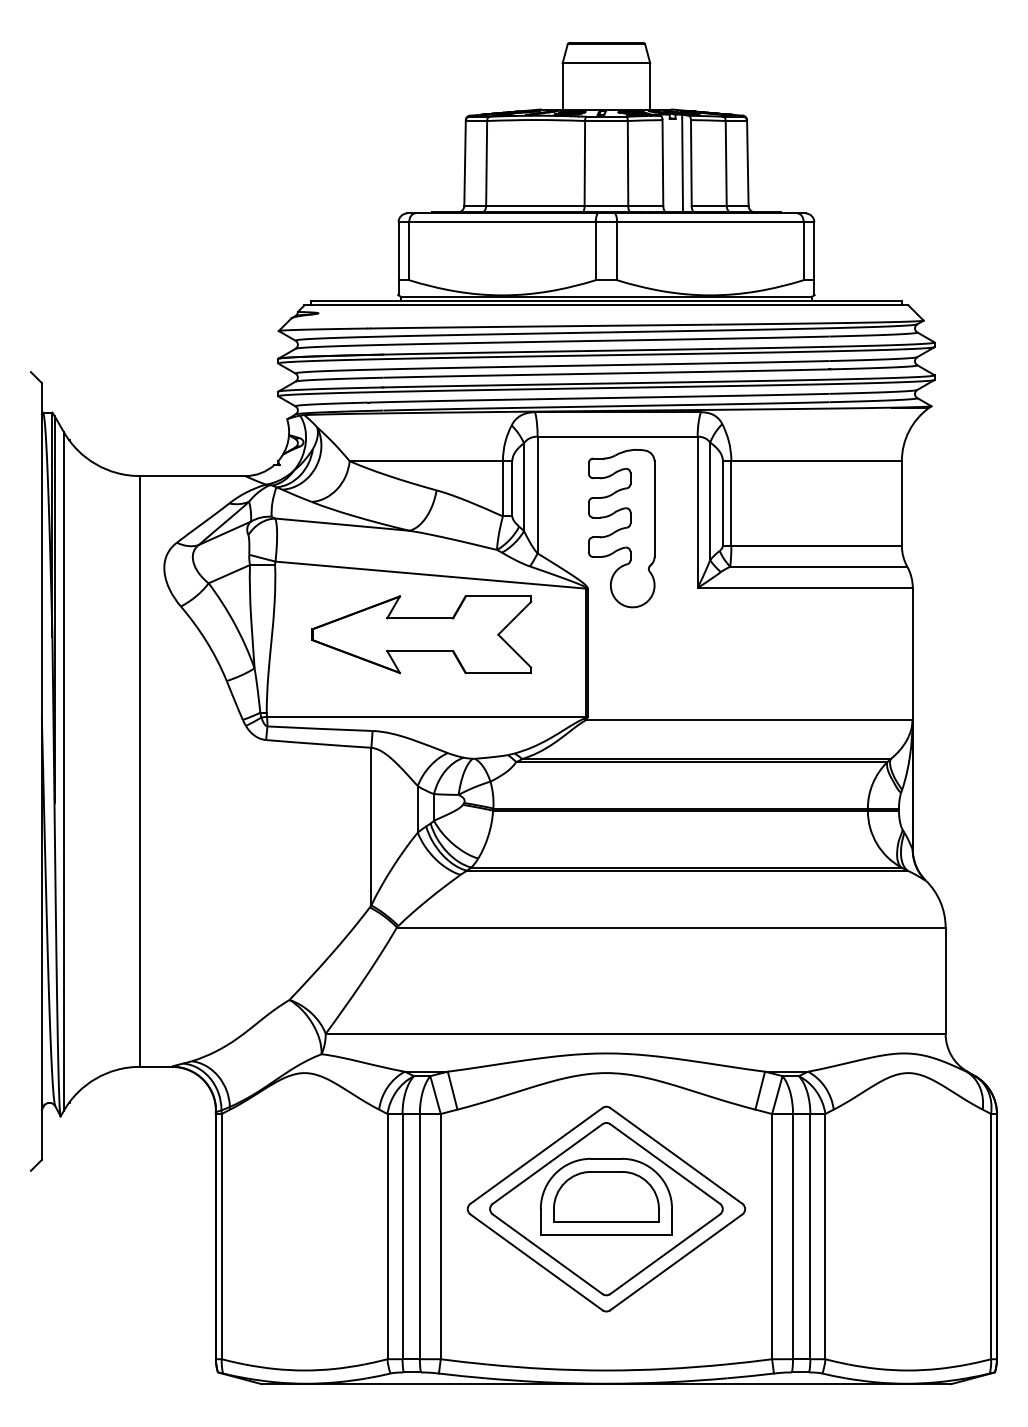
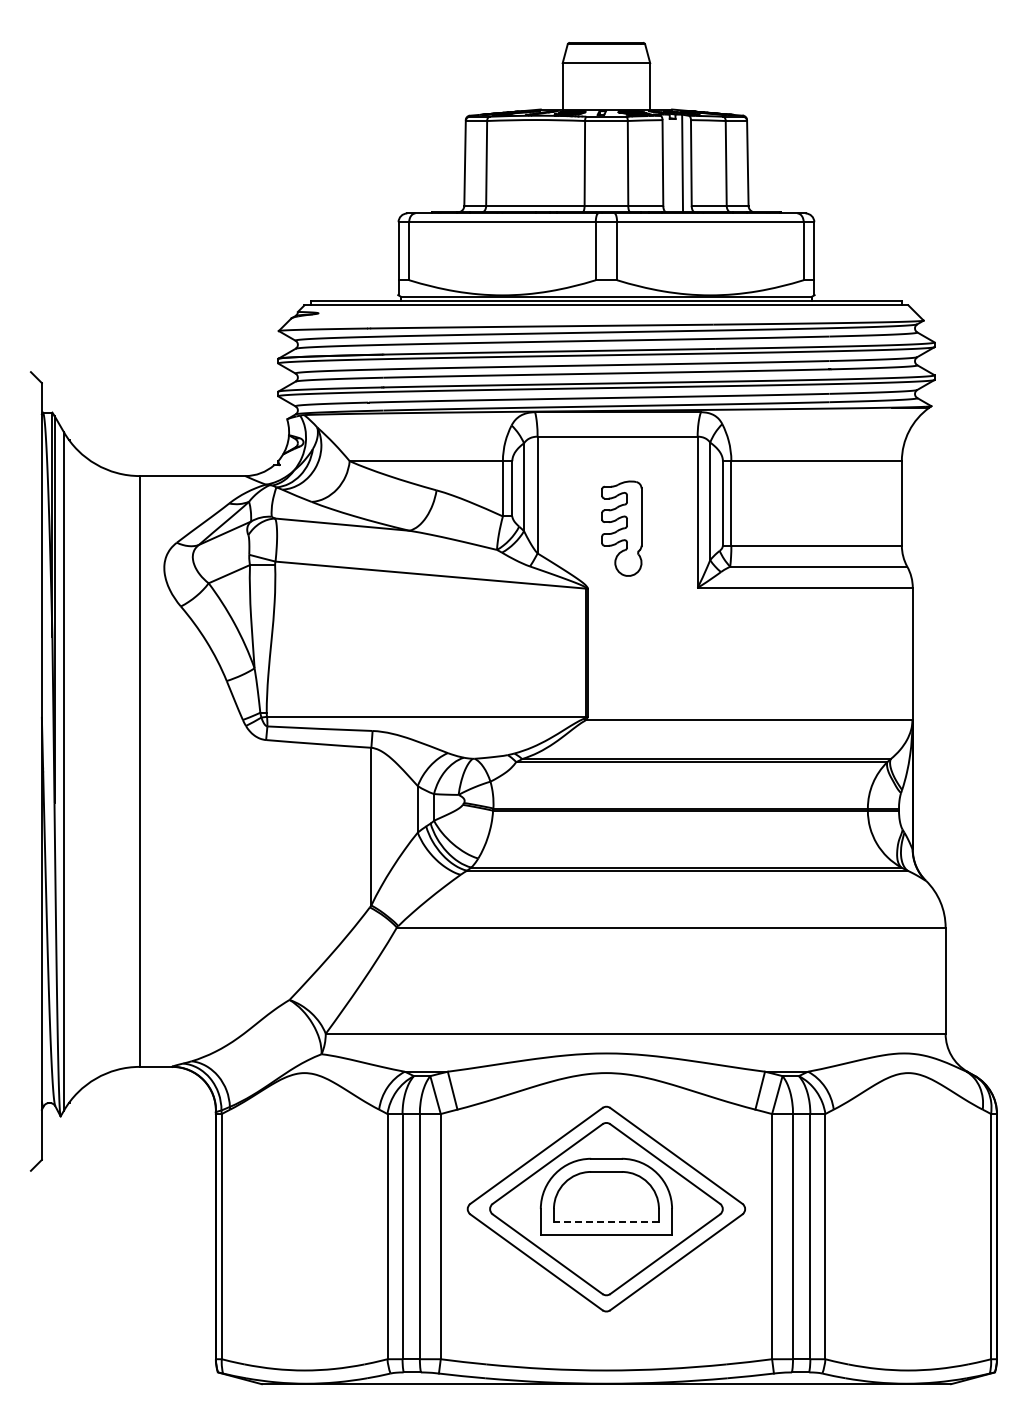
part at (621, 528) size: 68x160 px -> 42x97 px
part at (421, 634): present -> none
line at (606, 1222): solid -> dashed
